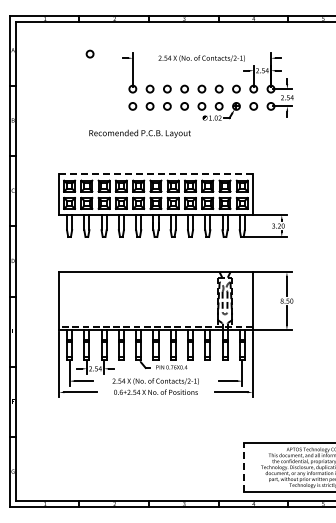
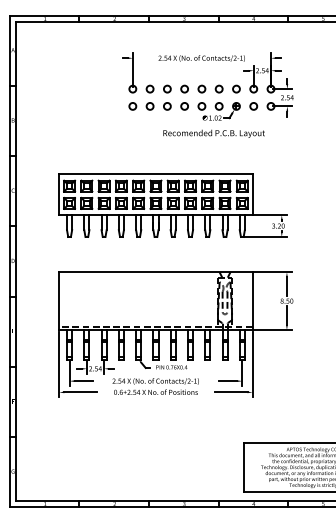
circle at (89, 53): present -> none
text at (139, 133) position: (139, 133) -> (213, 133)
line at (155, 174): dashed -> solid
line at (243, 467): dashed -> solid
